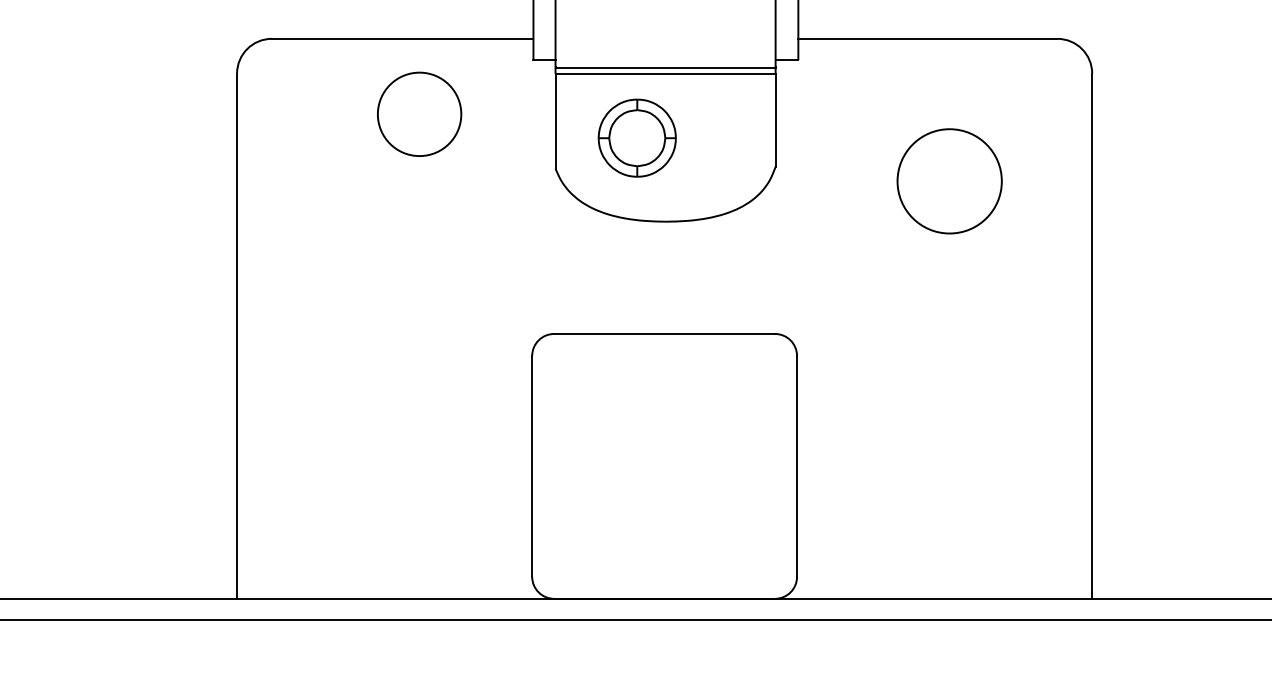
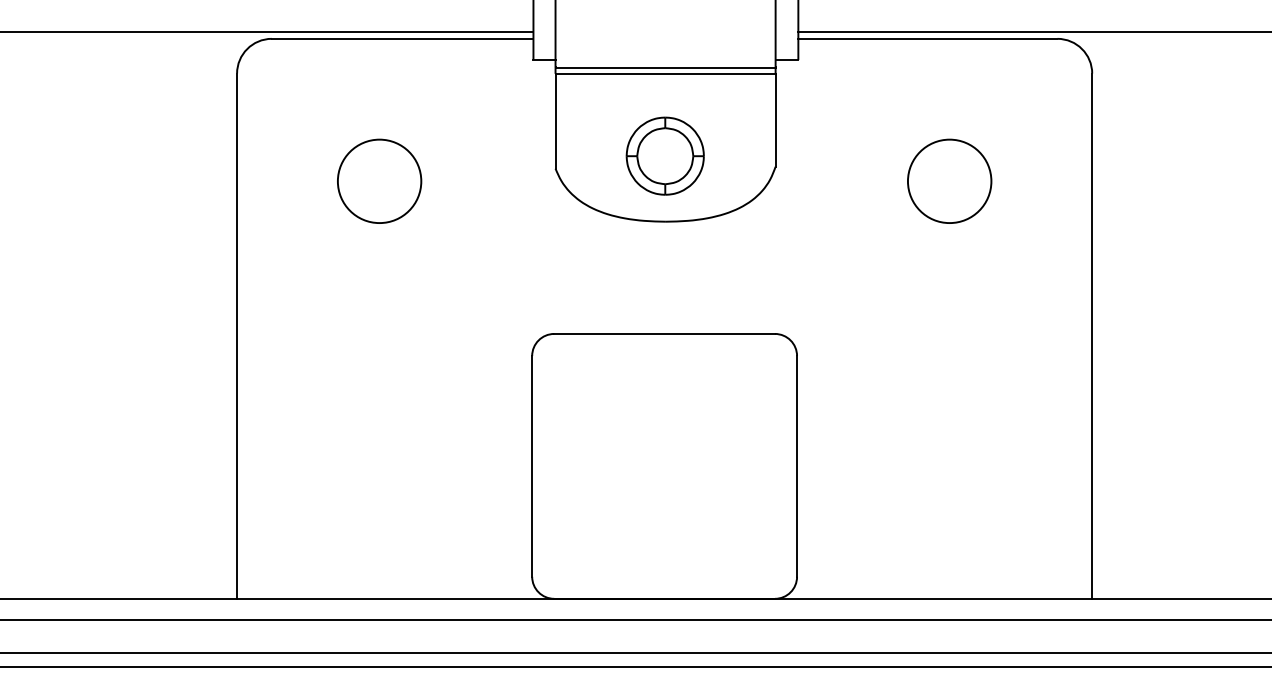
line at (267, 31): none -> present
line at (1033, 31): none -> present
circle at (419, 113) position: (419, 113) -> (379, 180)
part at (636, 137) position: (636, 137) -> (664, 155)
circle at (949, 181) diameter: 104 px -> 83 px
line at (635, 653): none -> present
line at (635, 667): none -> present
